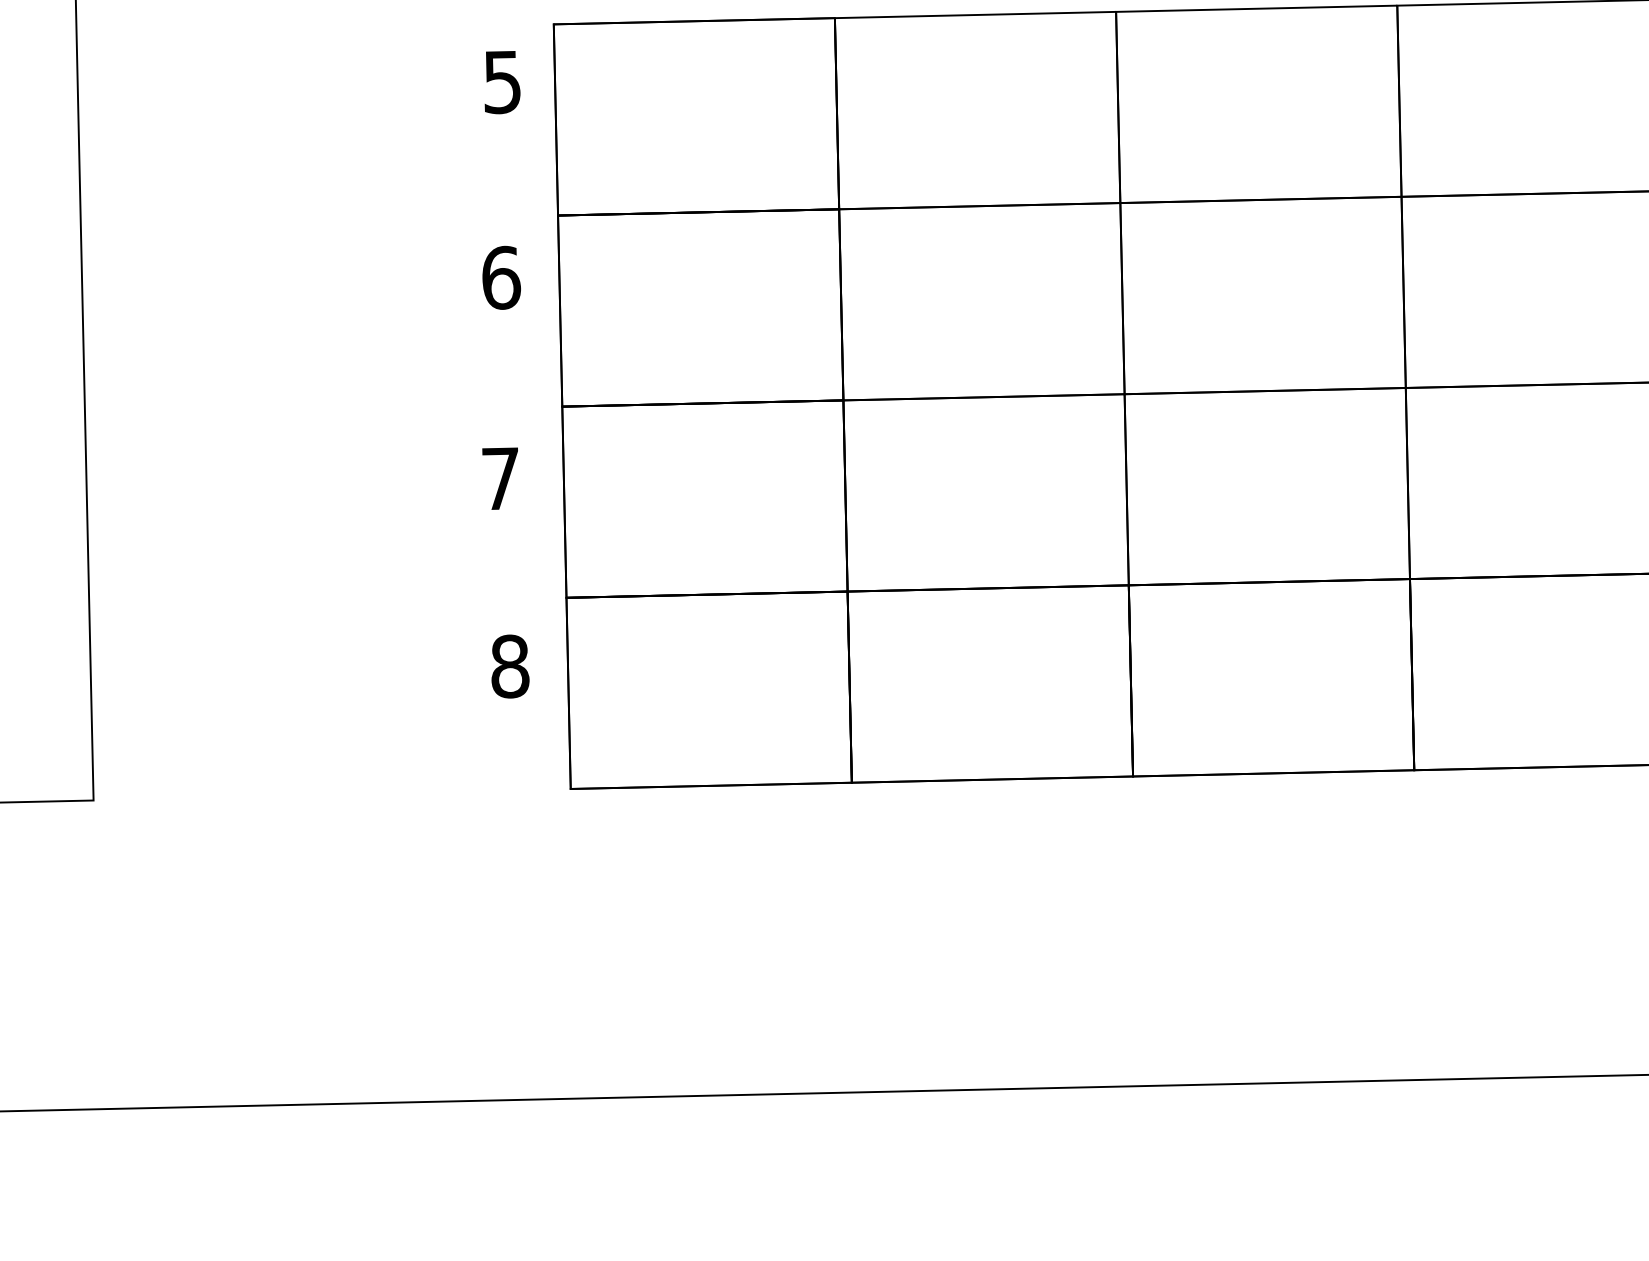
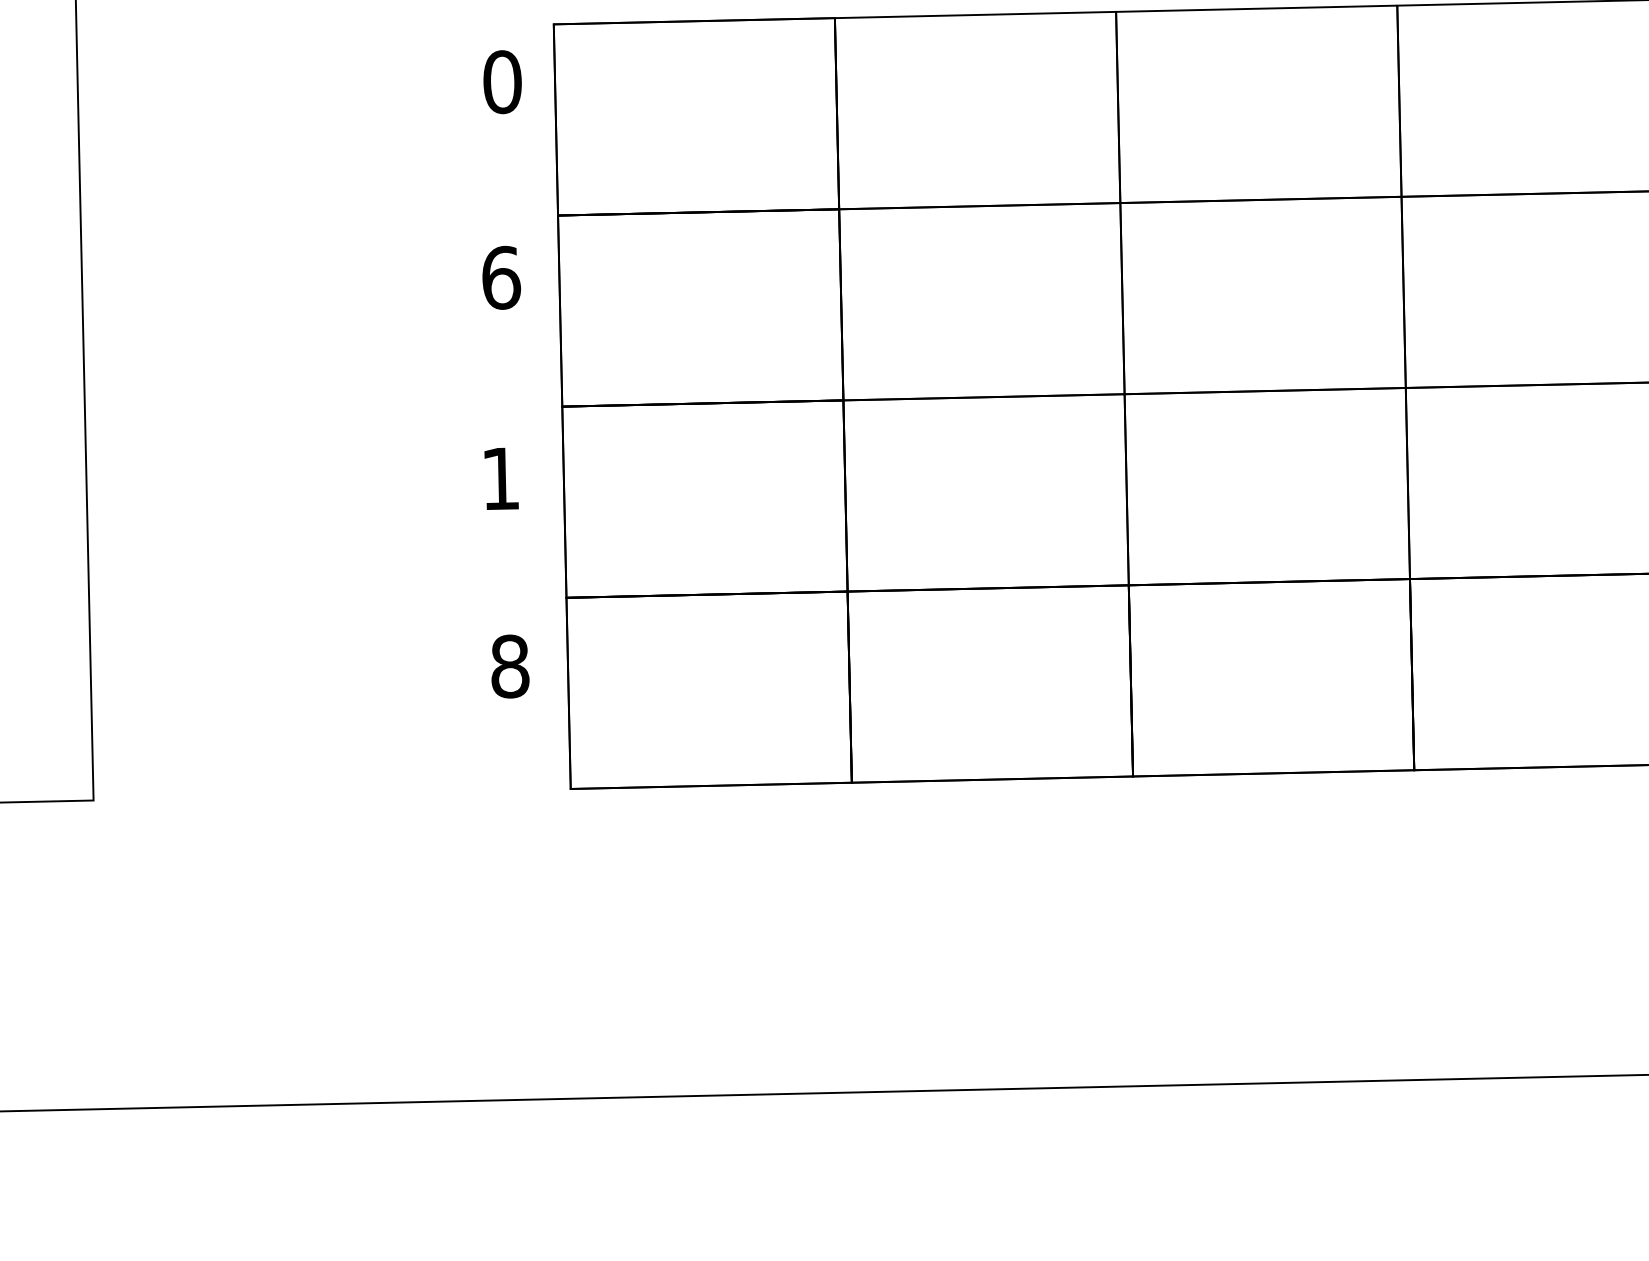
text at (502, 82): 5 -> 0
text at (500, 478): 7 -> 1
